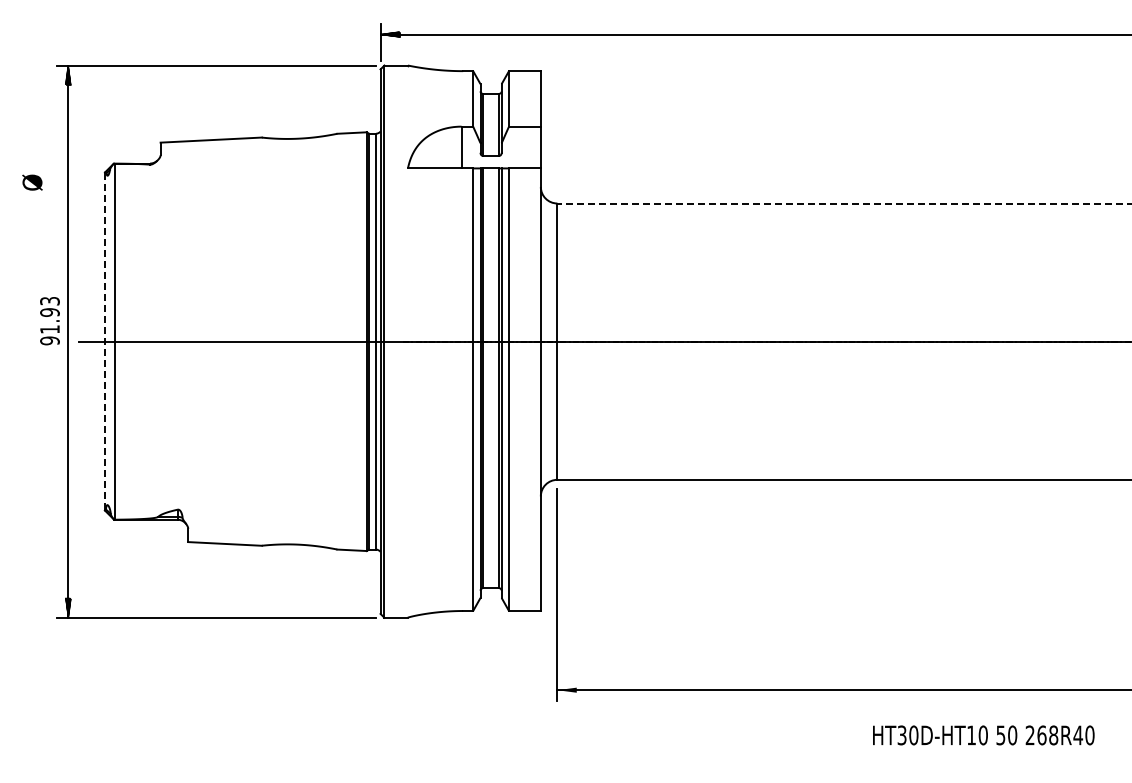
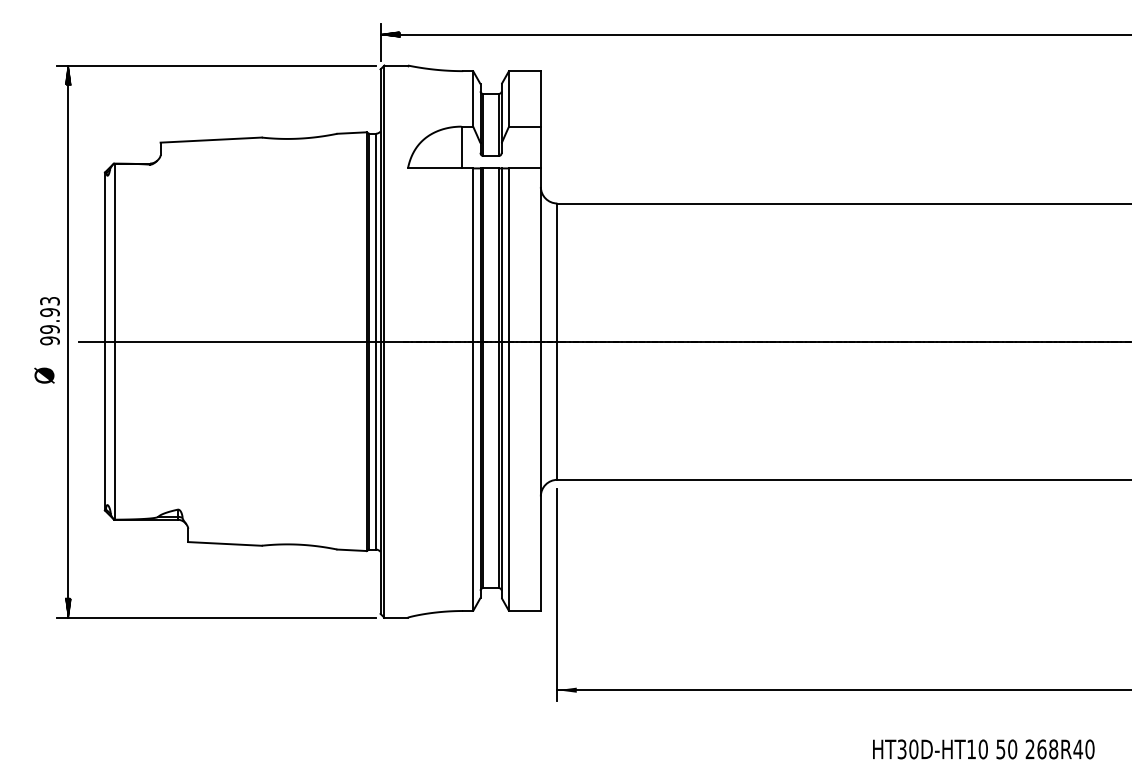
text at (32, 182) position: (32, 182) -> (44, 375)
line at (844, 203): dashed -> solid
text at (49, 329): 91.93 -> 99.93
line at (104, 341): dashed -> solid
text at (983, 735) position: (983, 735) -> (983, 749)
